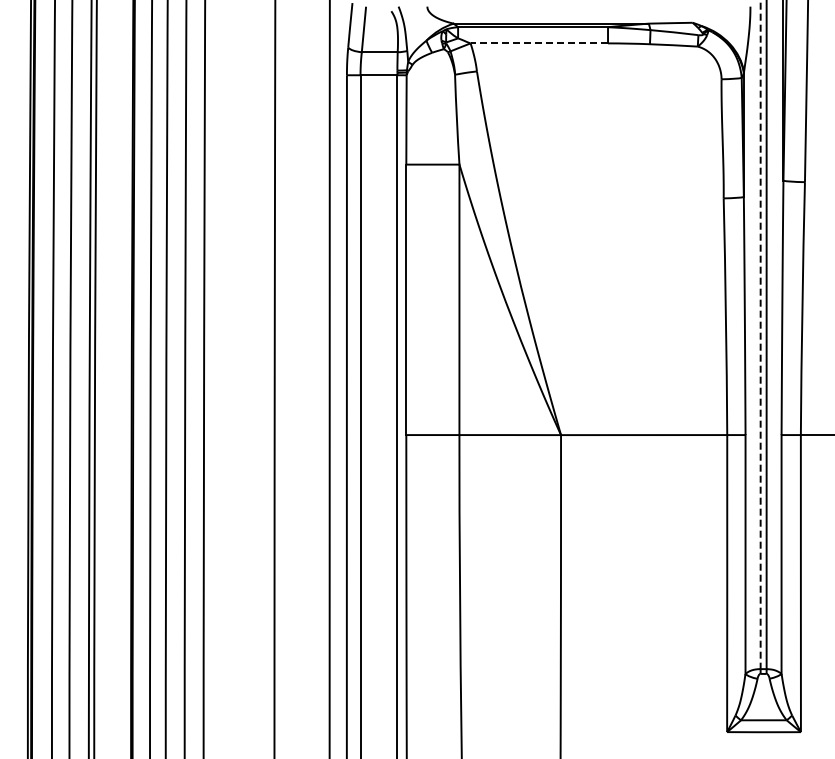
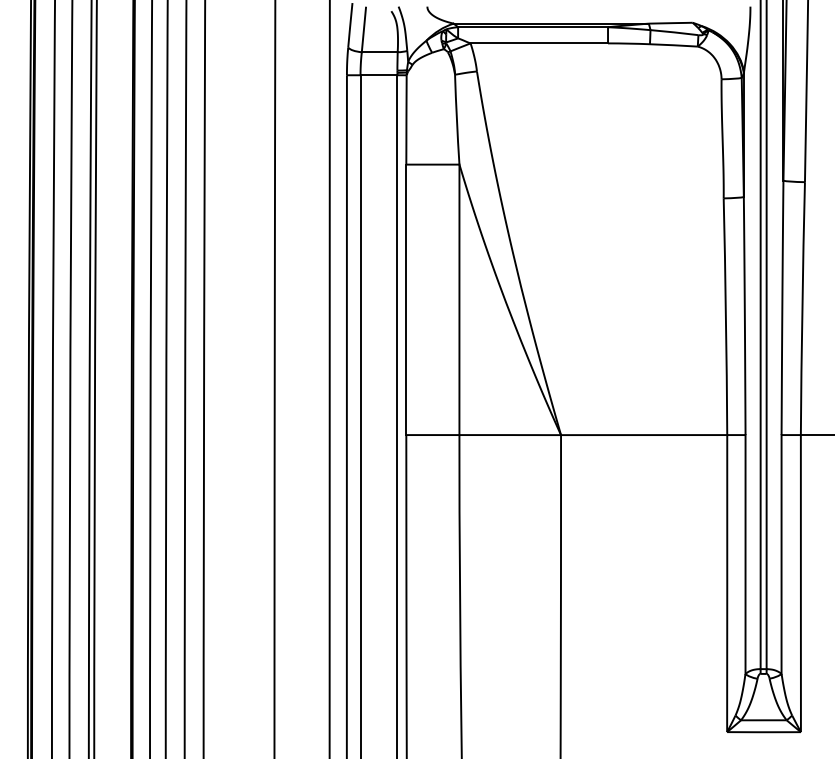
line at (539, 43): dashed -> solid
line at (760, 335): dashed -> solid
